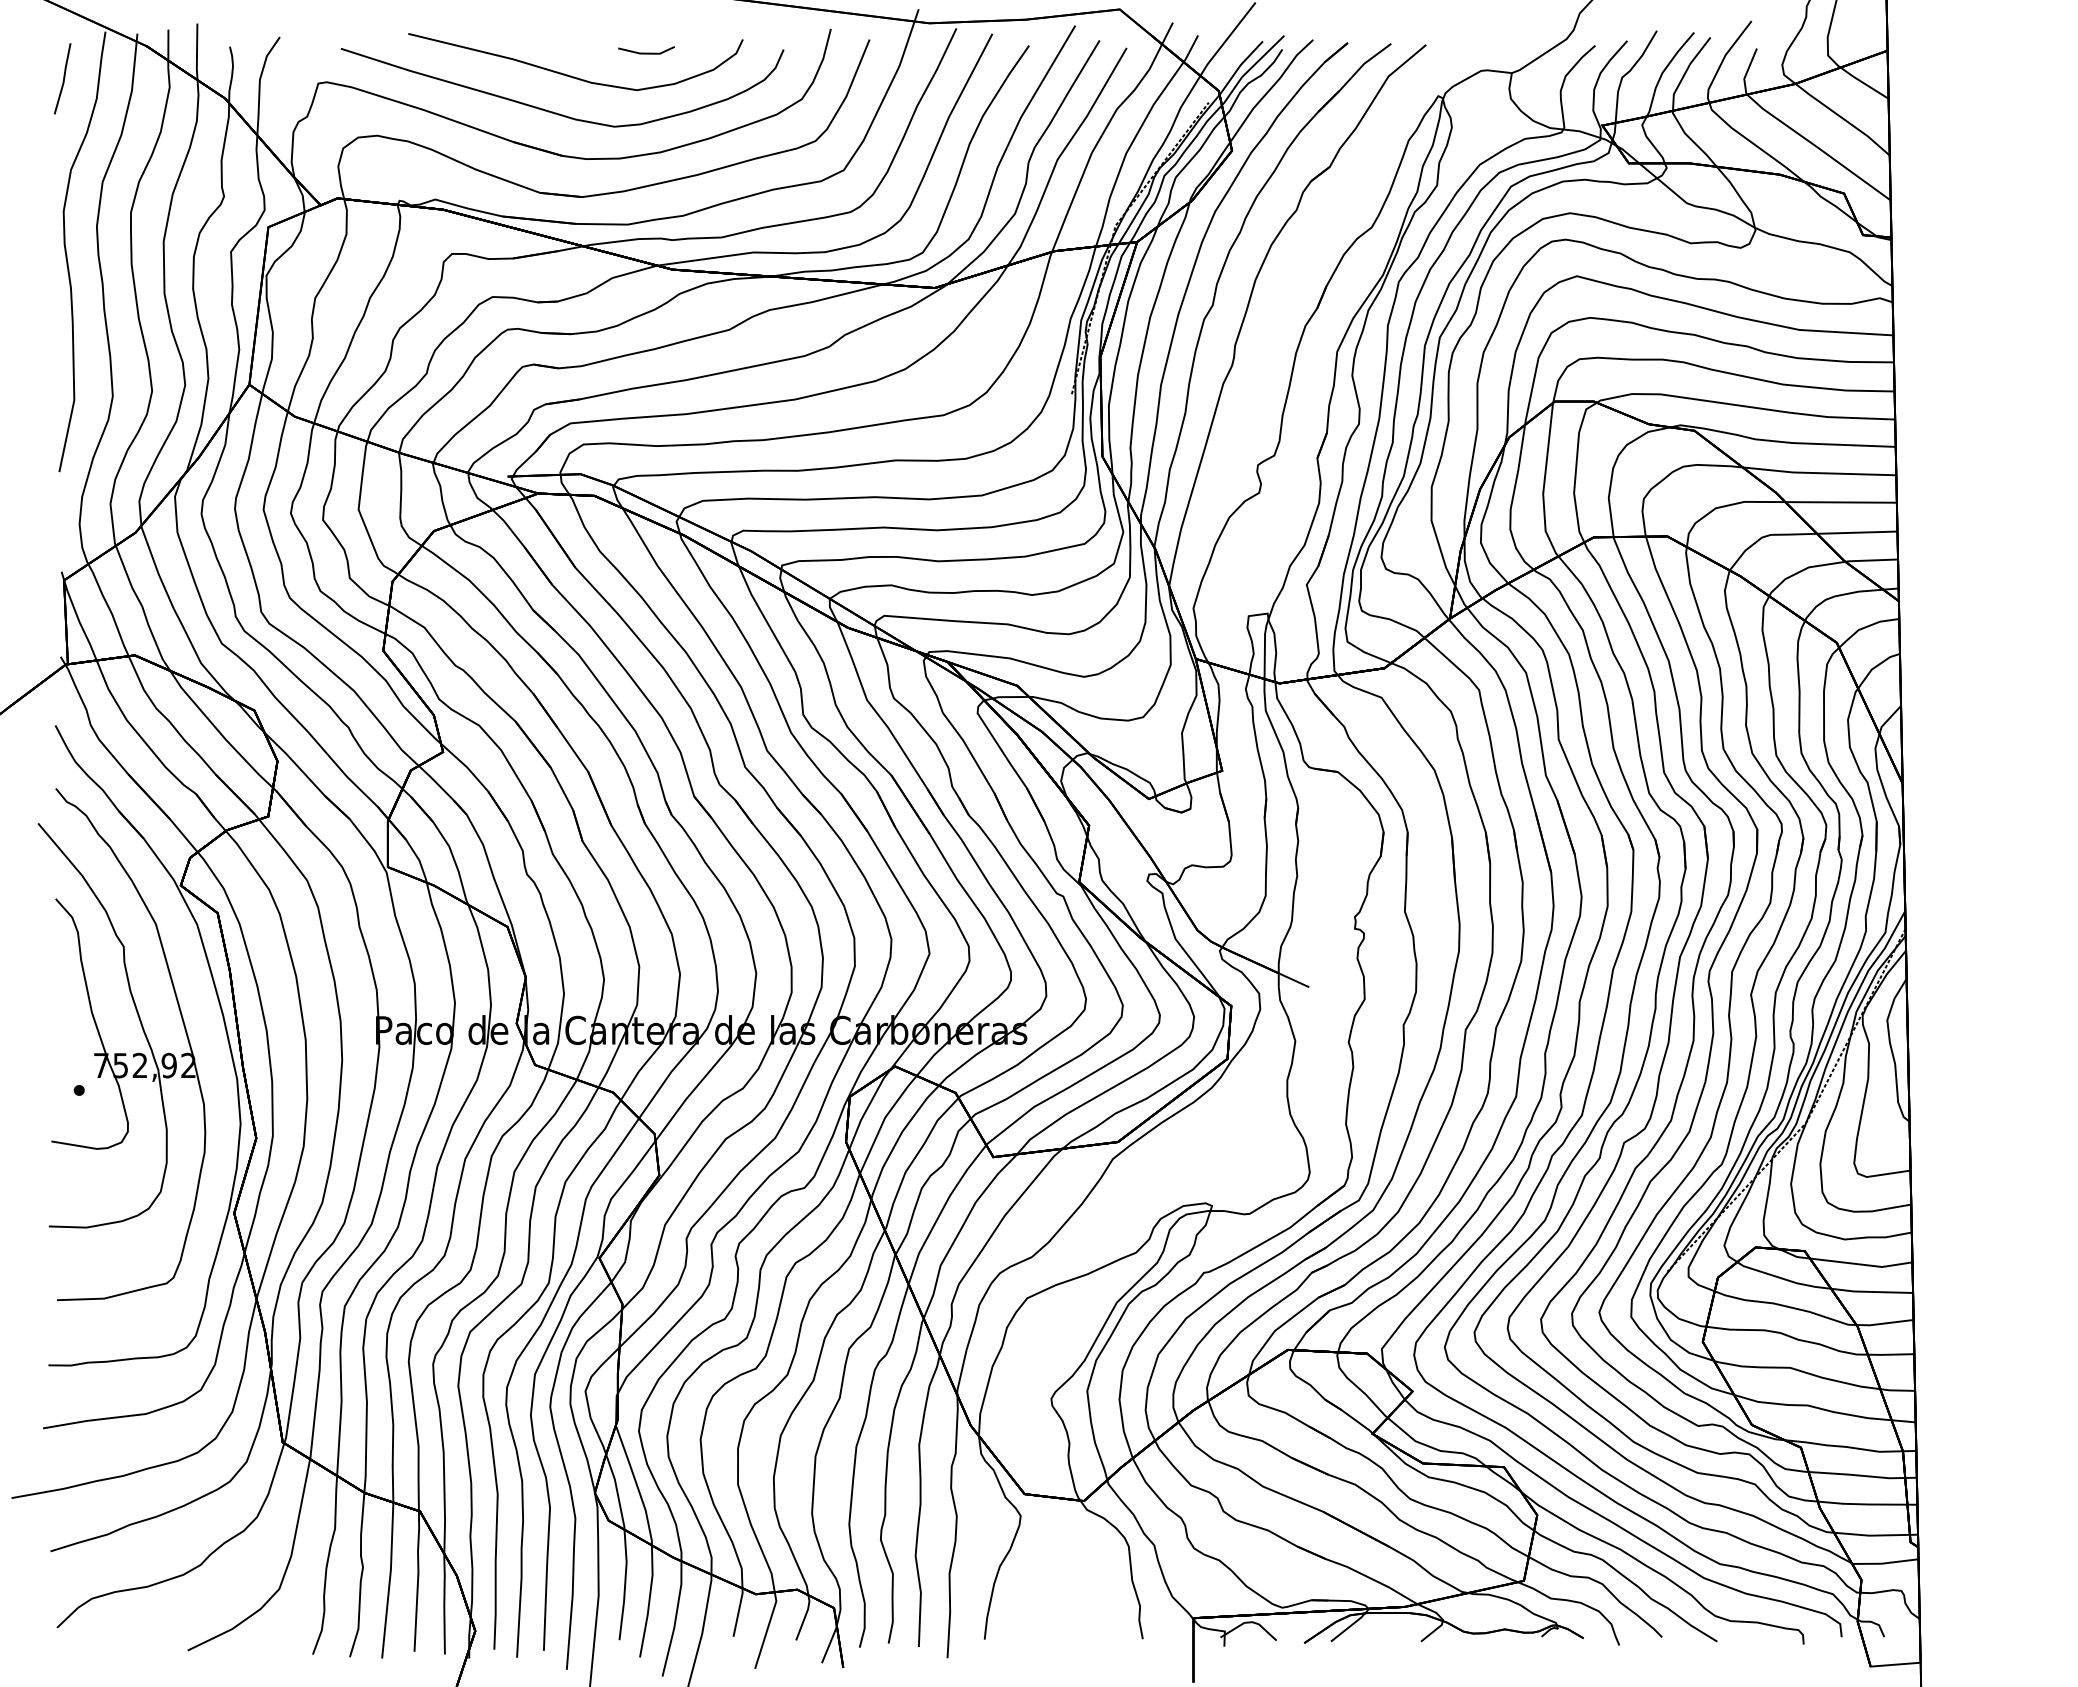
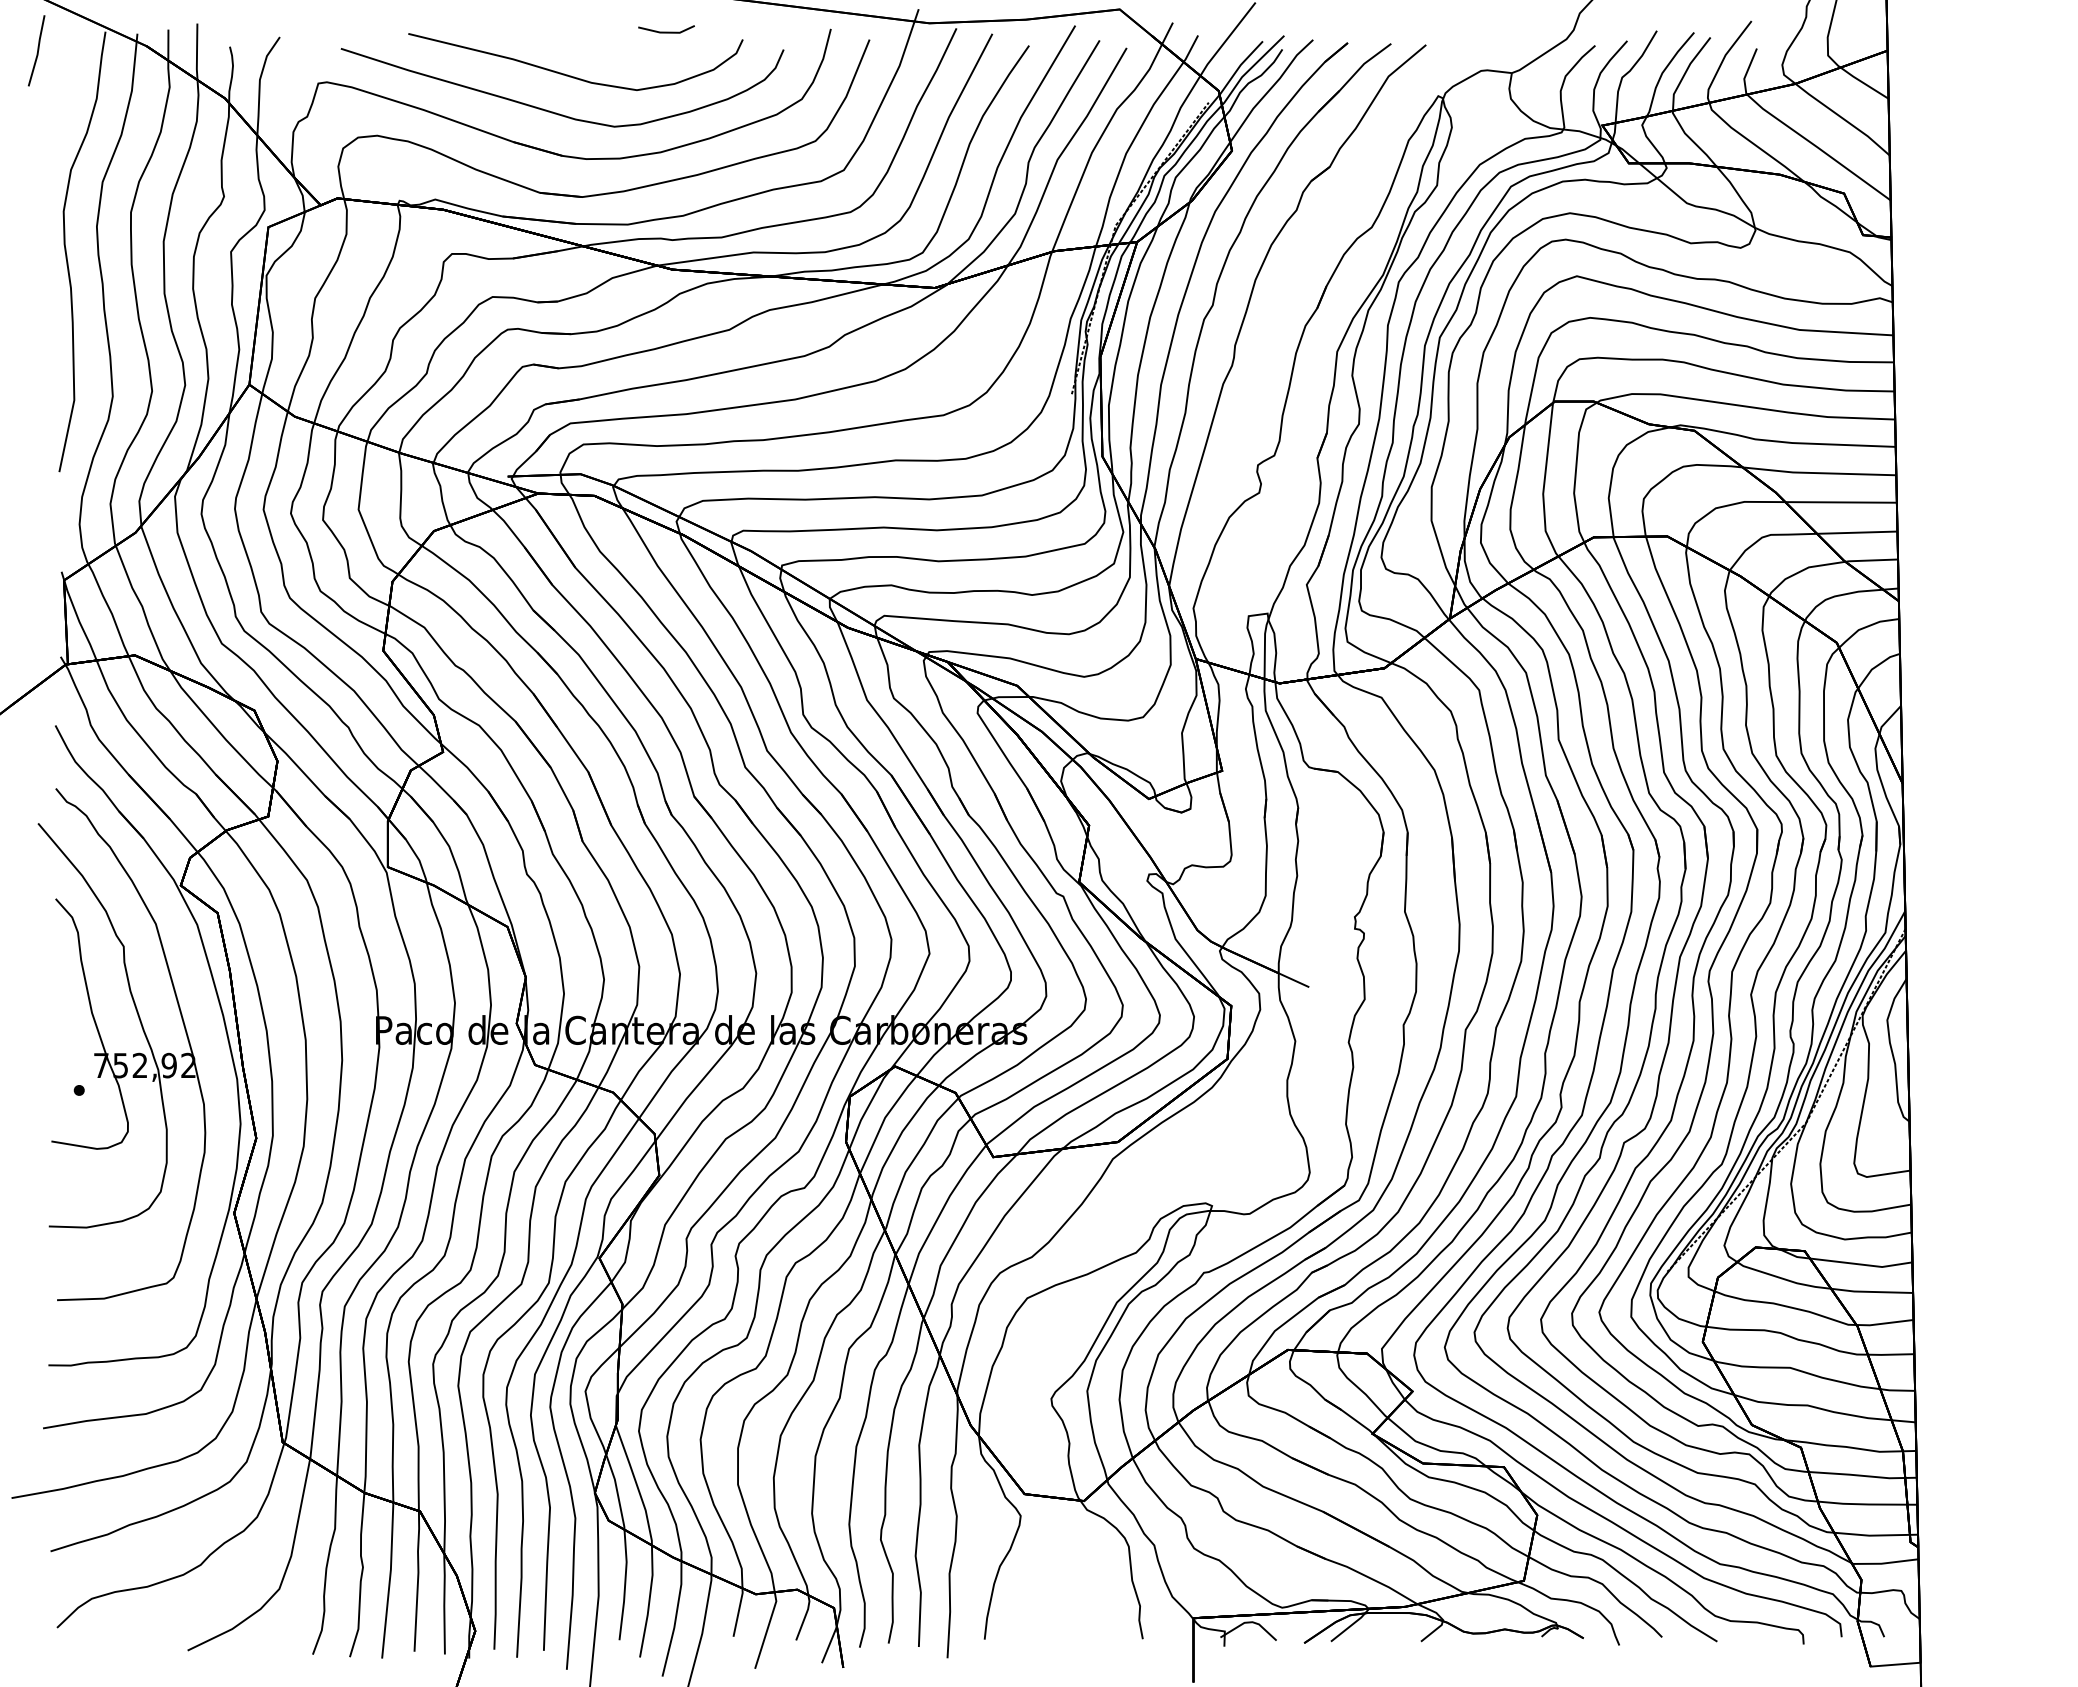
line at (646, 52) position: (646, 52) -> (666, 31)
line at (63, 78) position: (63, 78) -> (37, 50)
